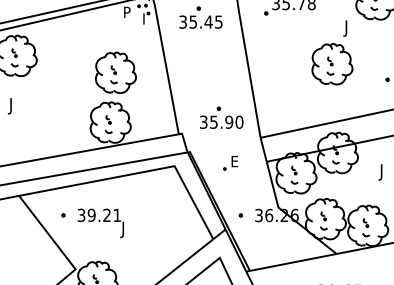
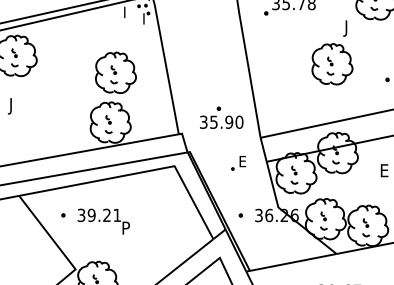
text at (127, 9): P -> I
part at (200, 17): present -> none
part at (230, 163) position: (230, 163) -> (238, 163)
text at (383, 172): J -> E
text at (124, 229): J -> P
